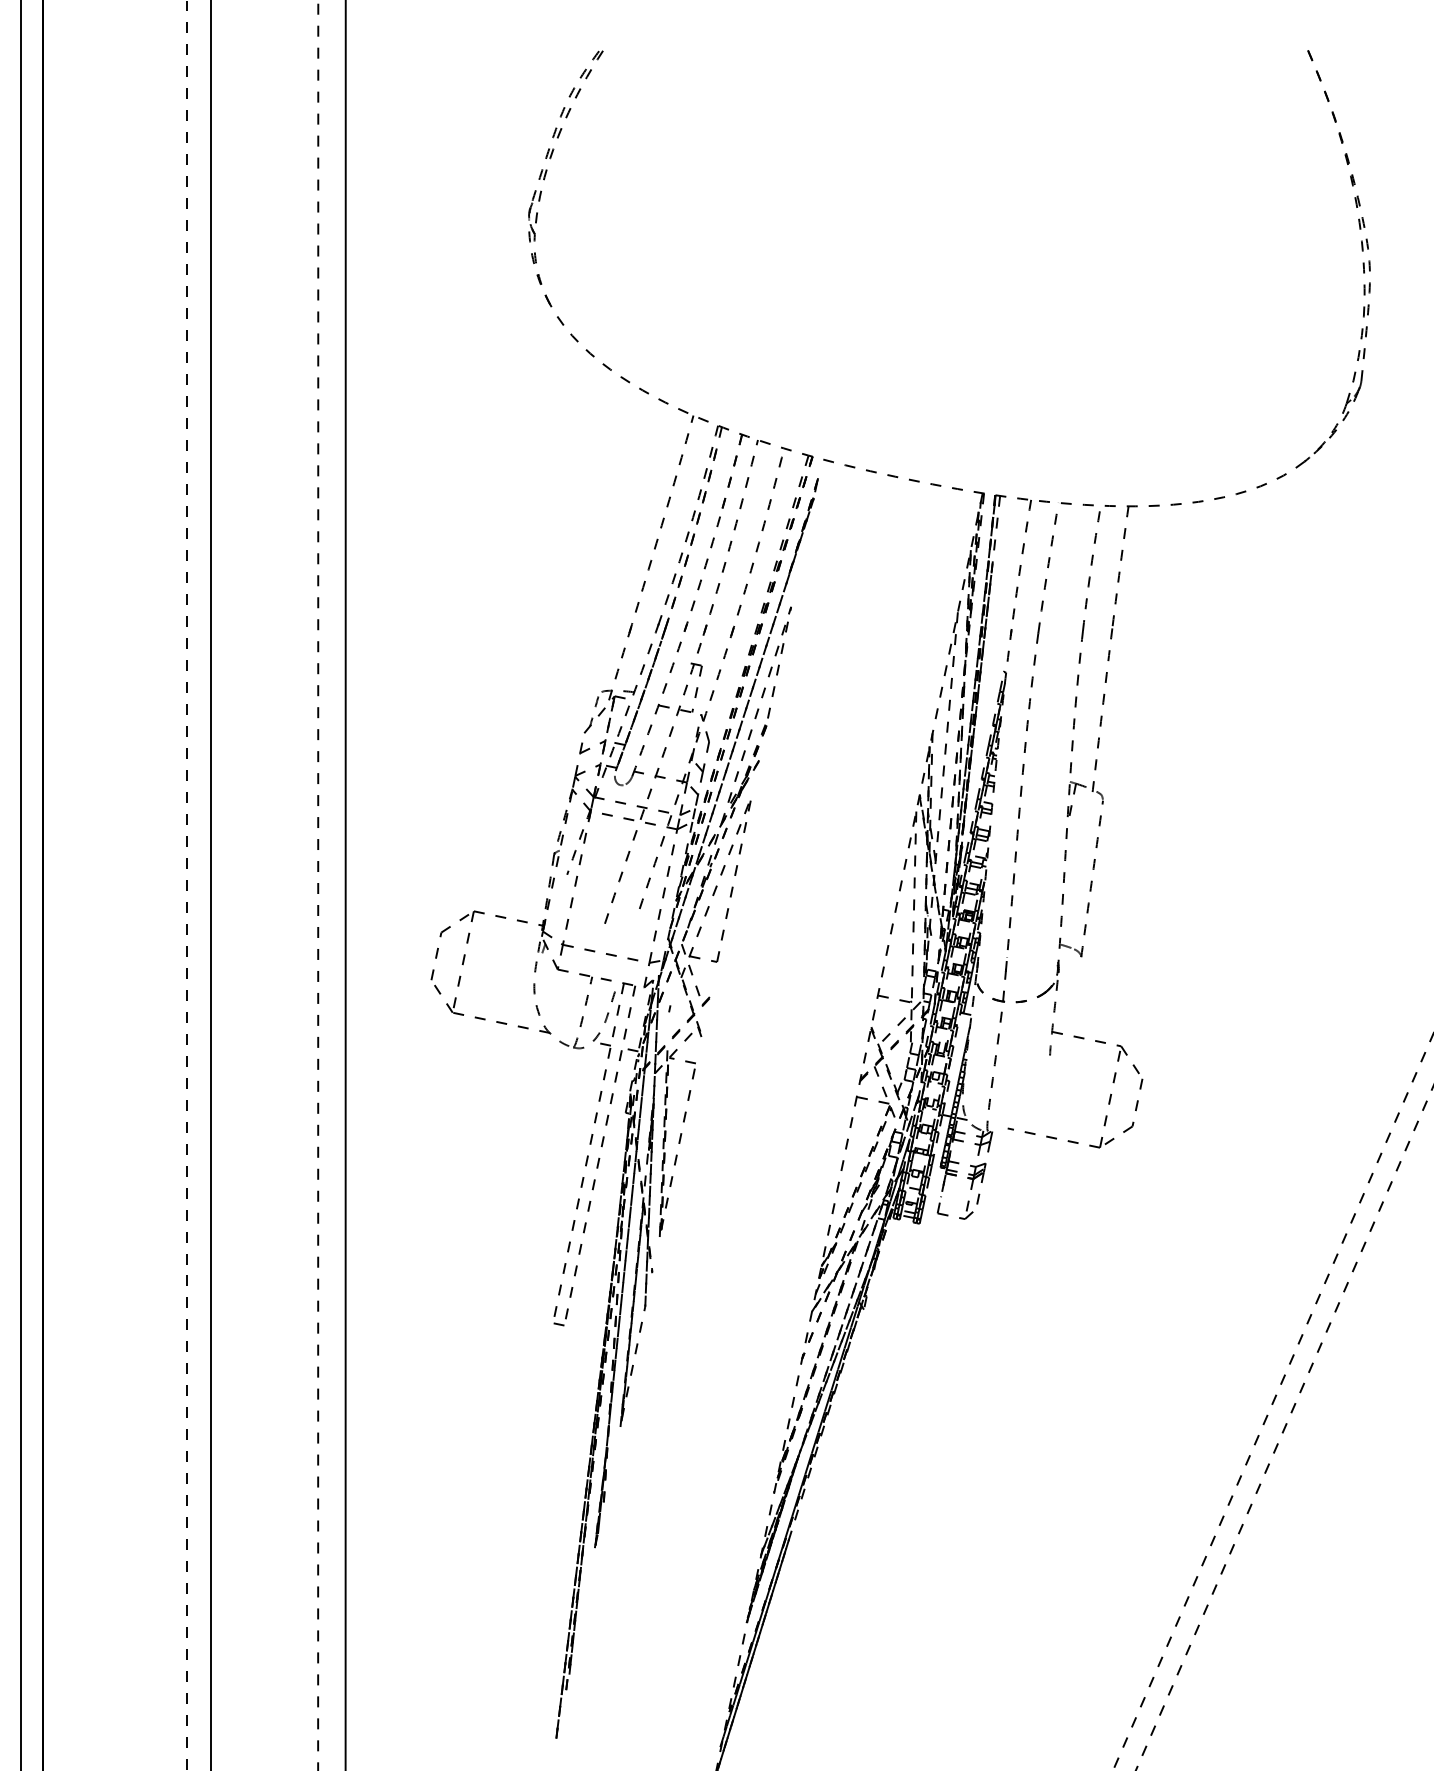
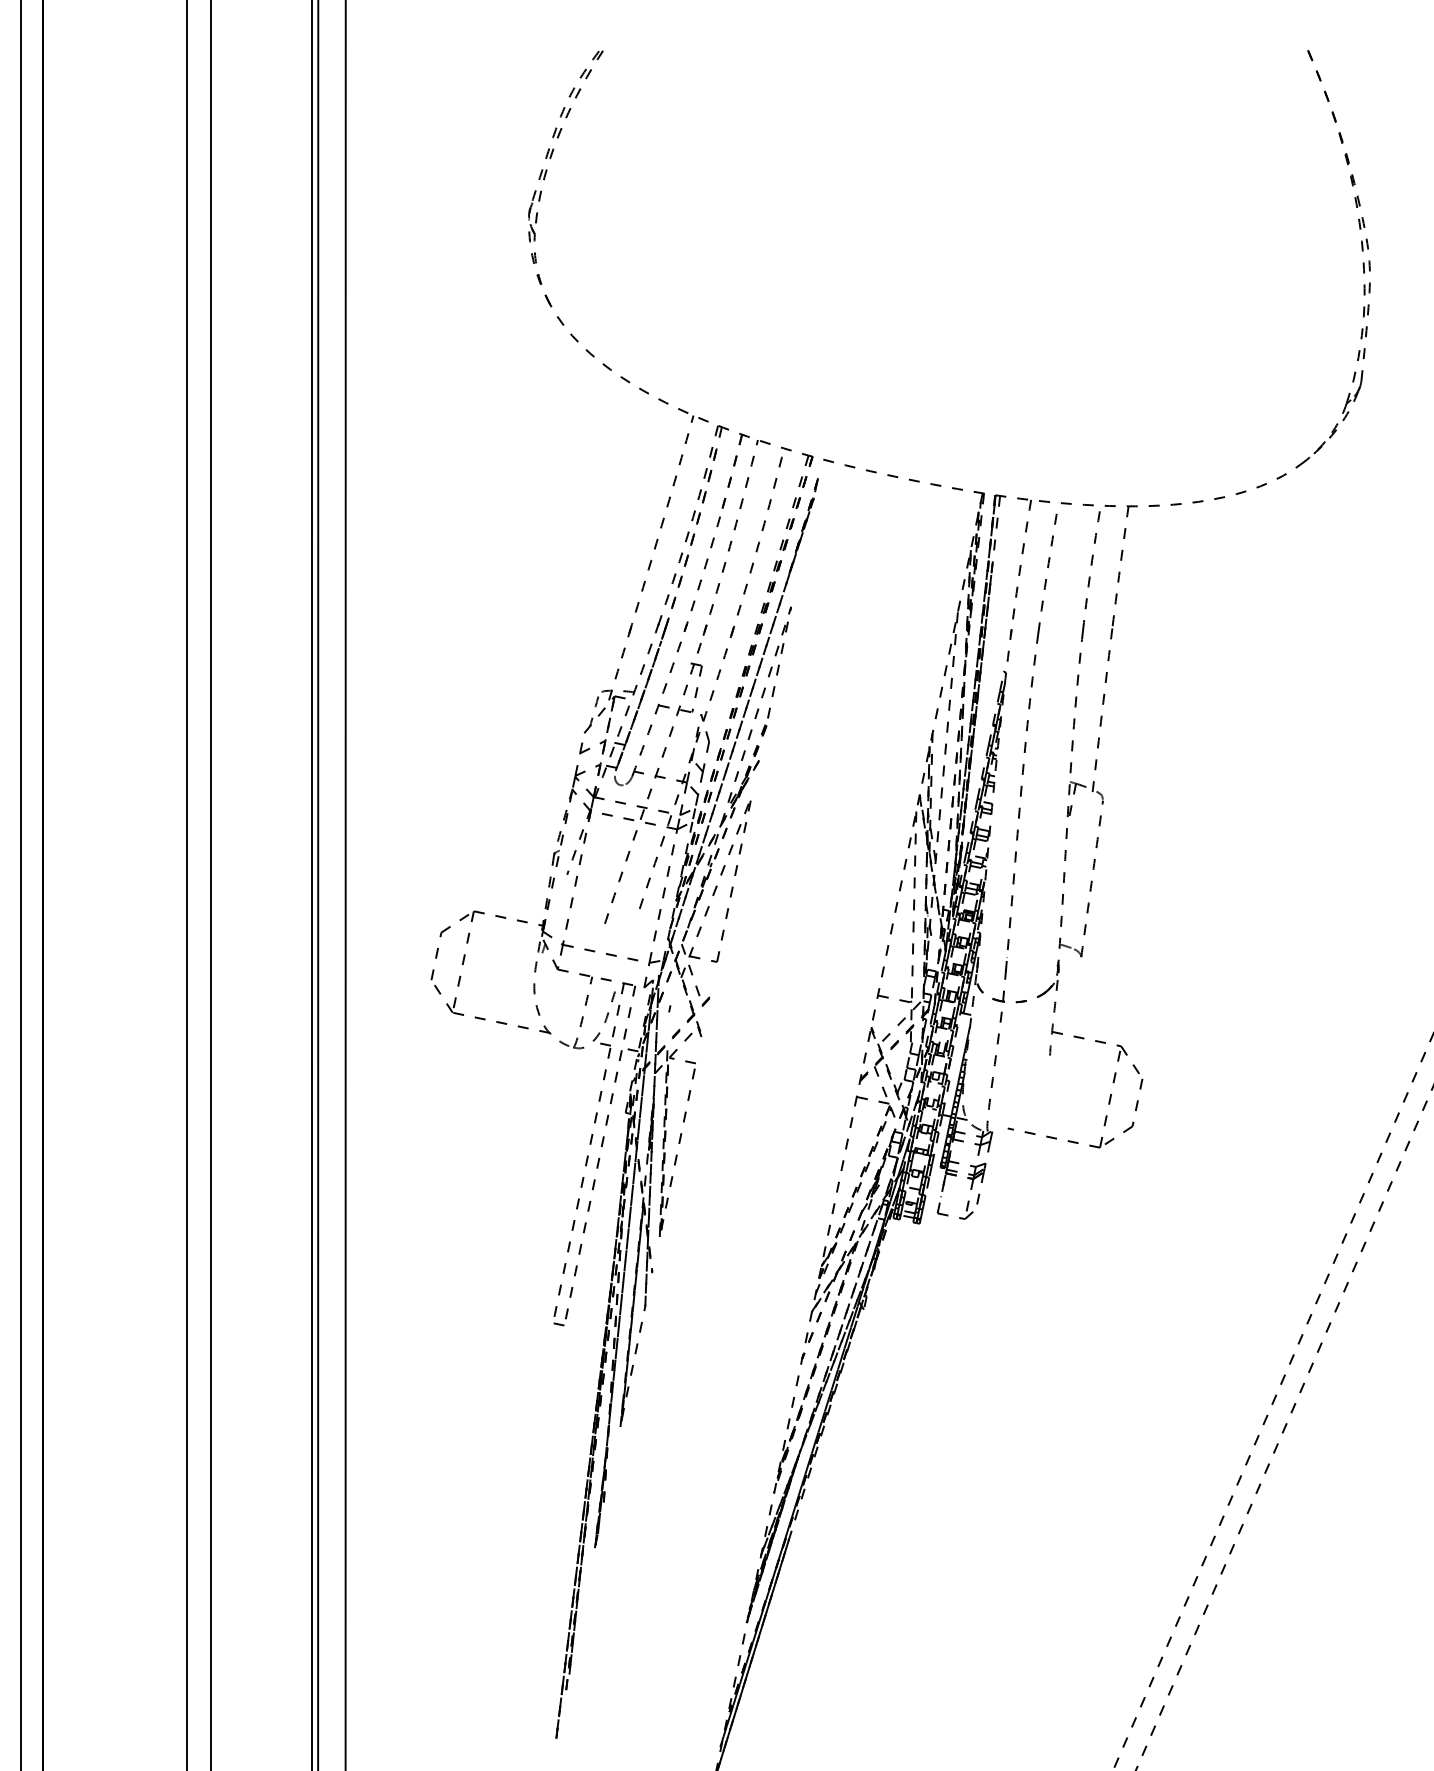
line at (311, 884): none -> present
line at (187, 885): dashed -> solid
line at (318, 885): dashed -> solid
